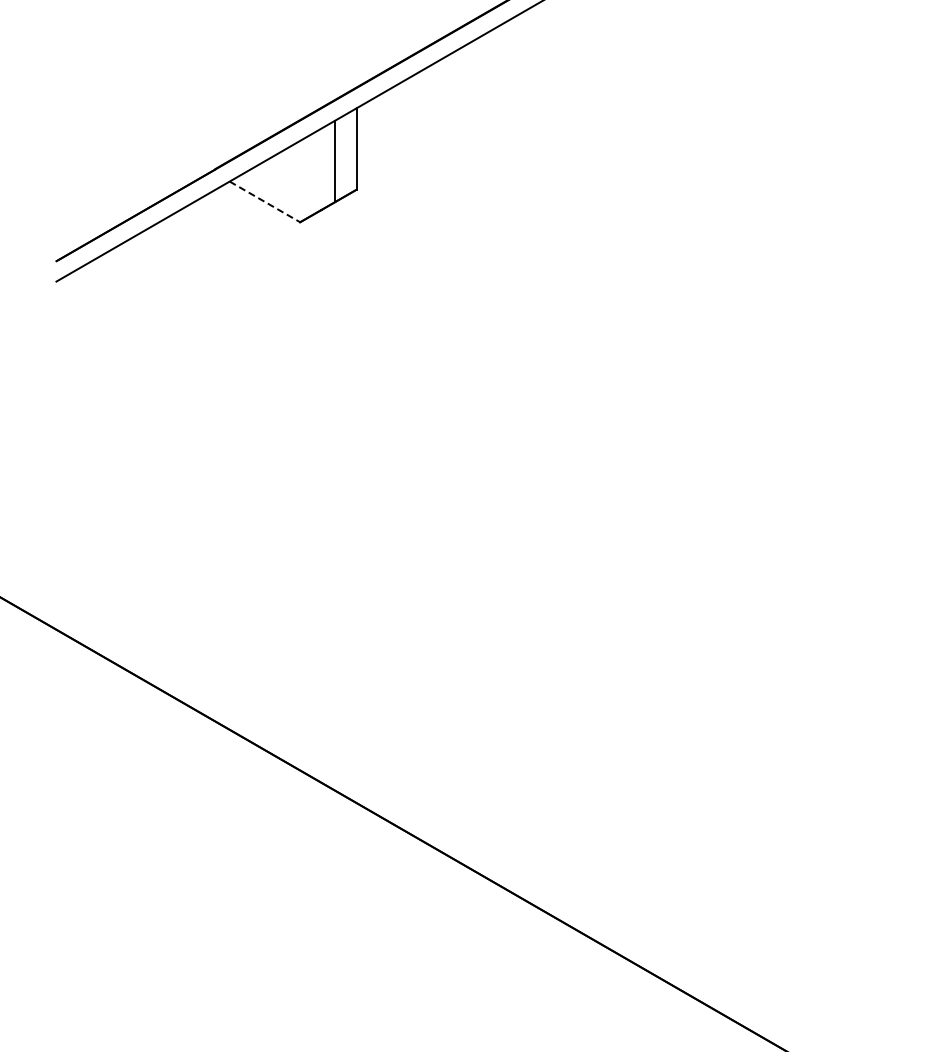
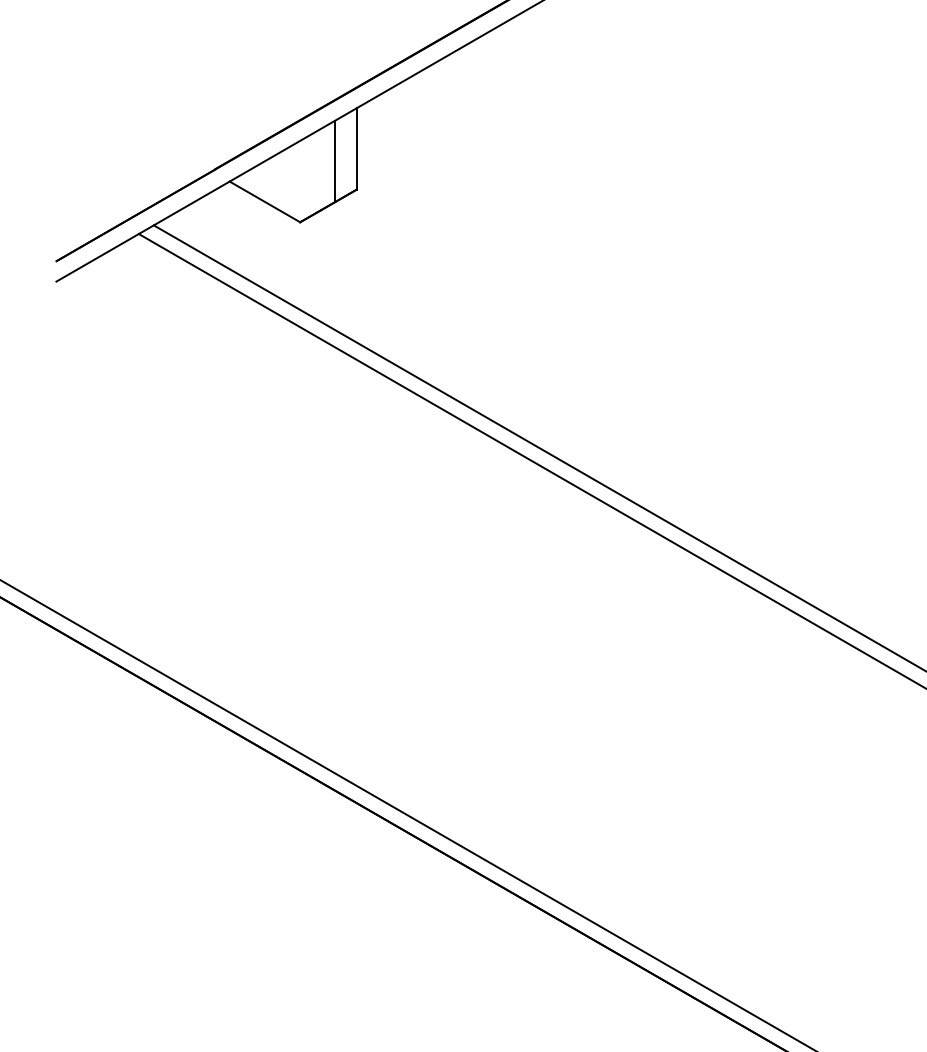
line at (264, 201): dashed -> solid
line at (538, 447): none -> present
line at (530, 460): none -> present
line at (407, 814): none -> present
